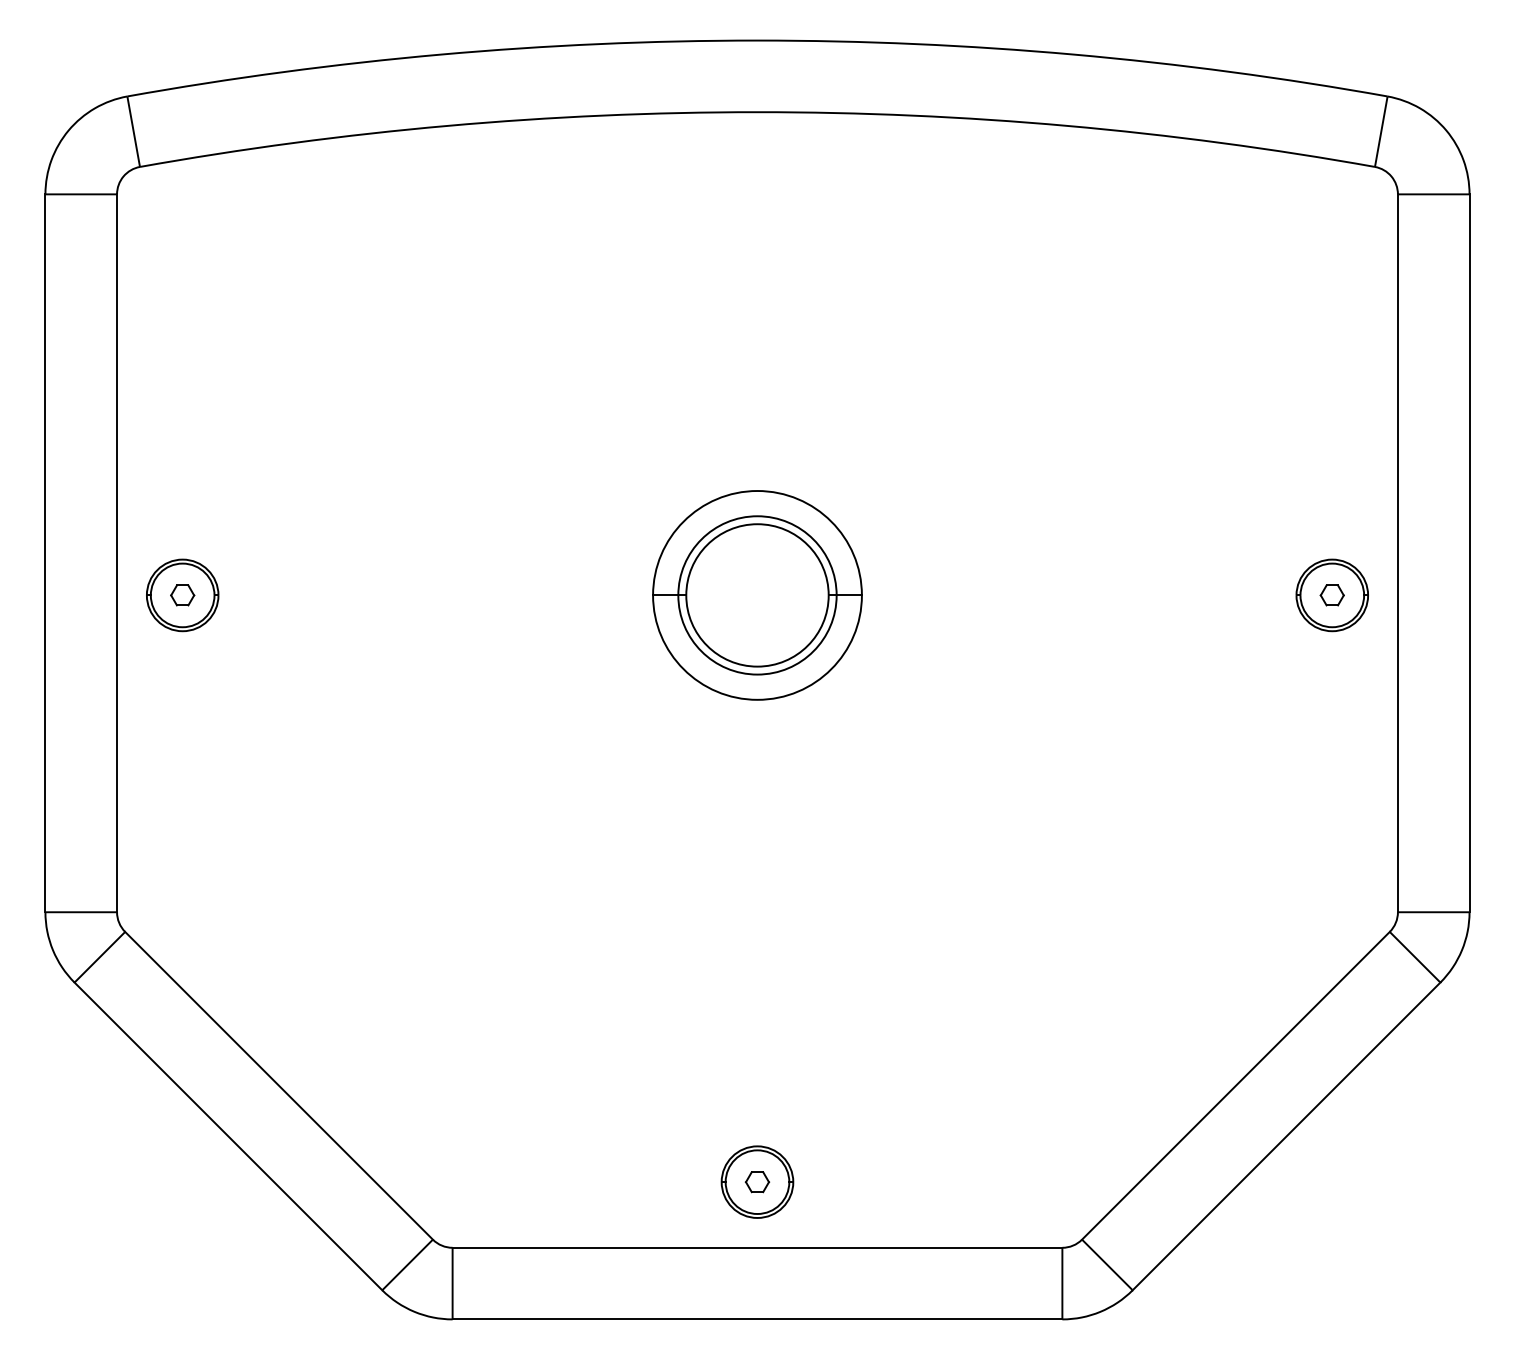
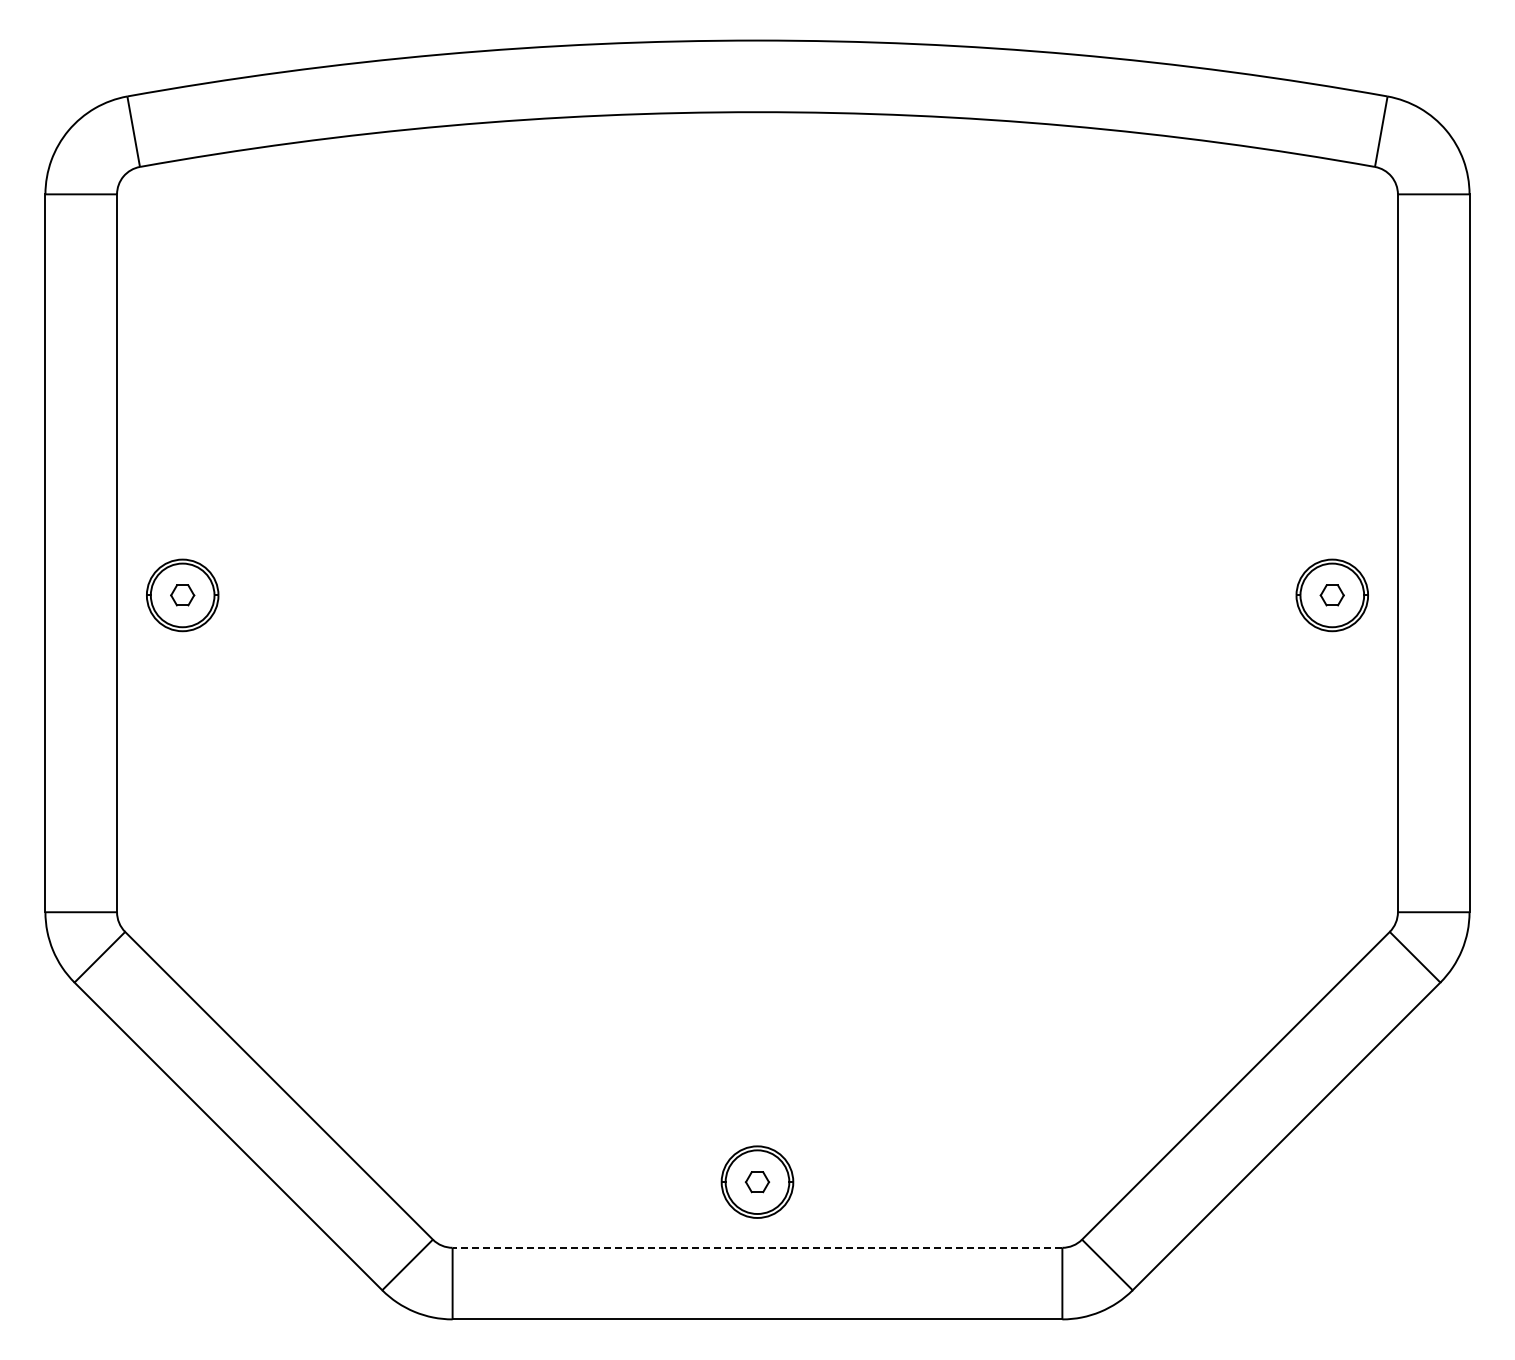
part at (757, 595): present -> none
line at (757, 1247): solid -> dashed
